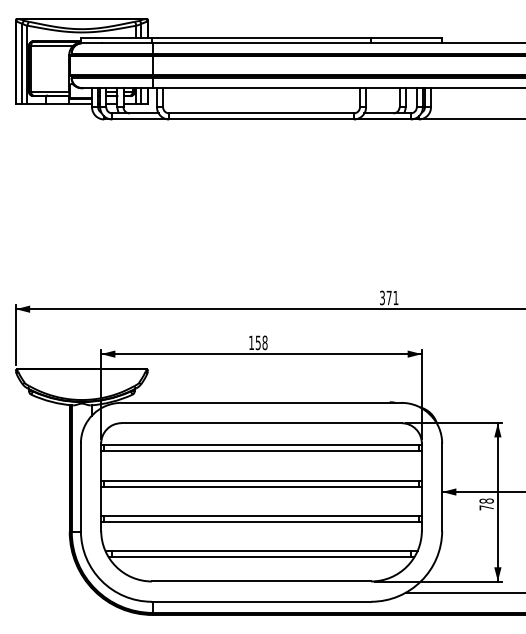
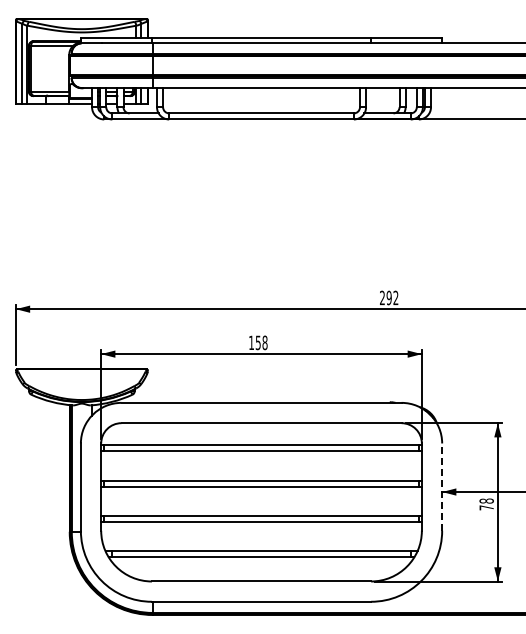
text at (389, 297): 371 -> 292
line at (442, 487): solid -> dashed
line at (463, 592): present -> none
